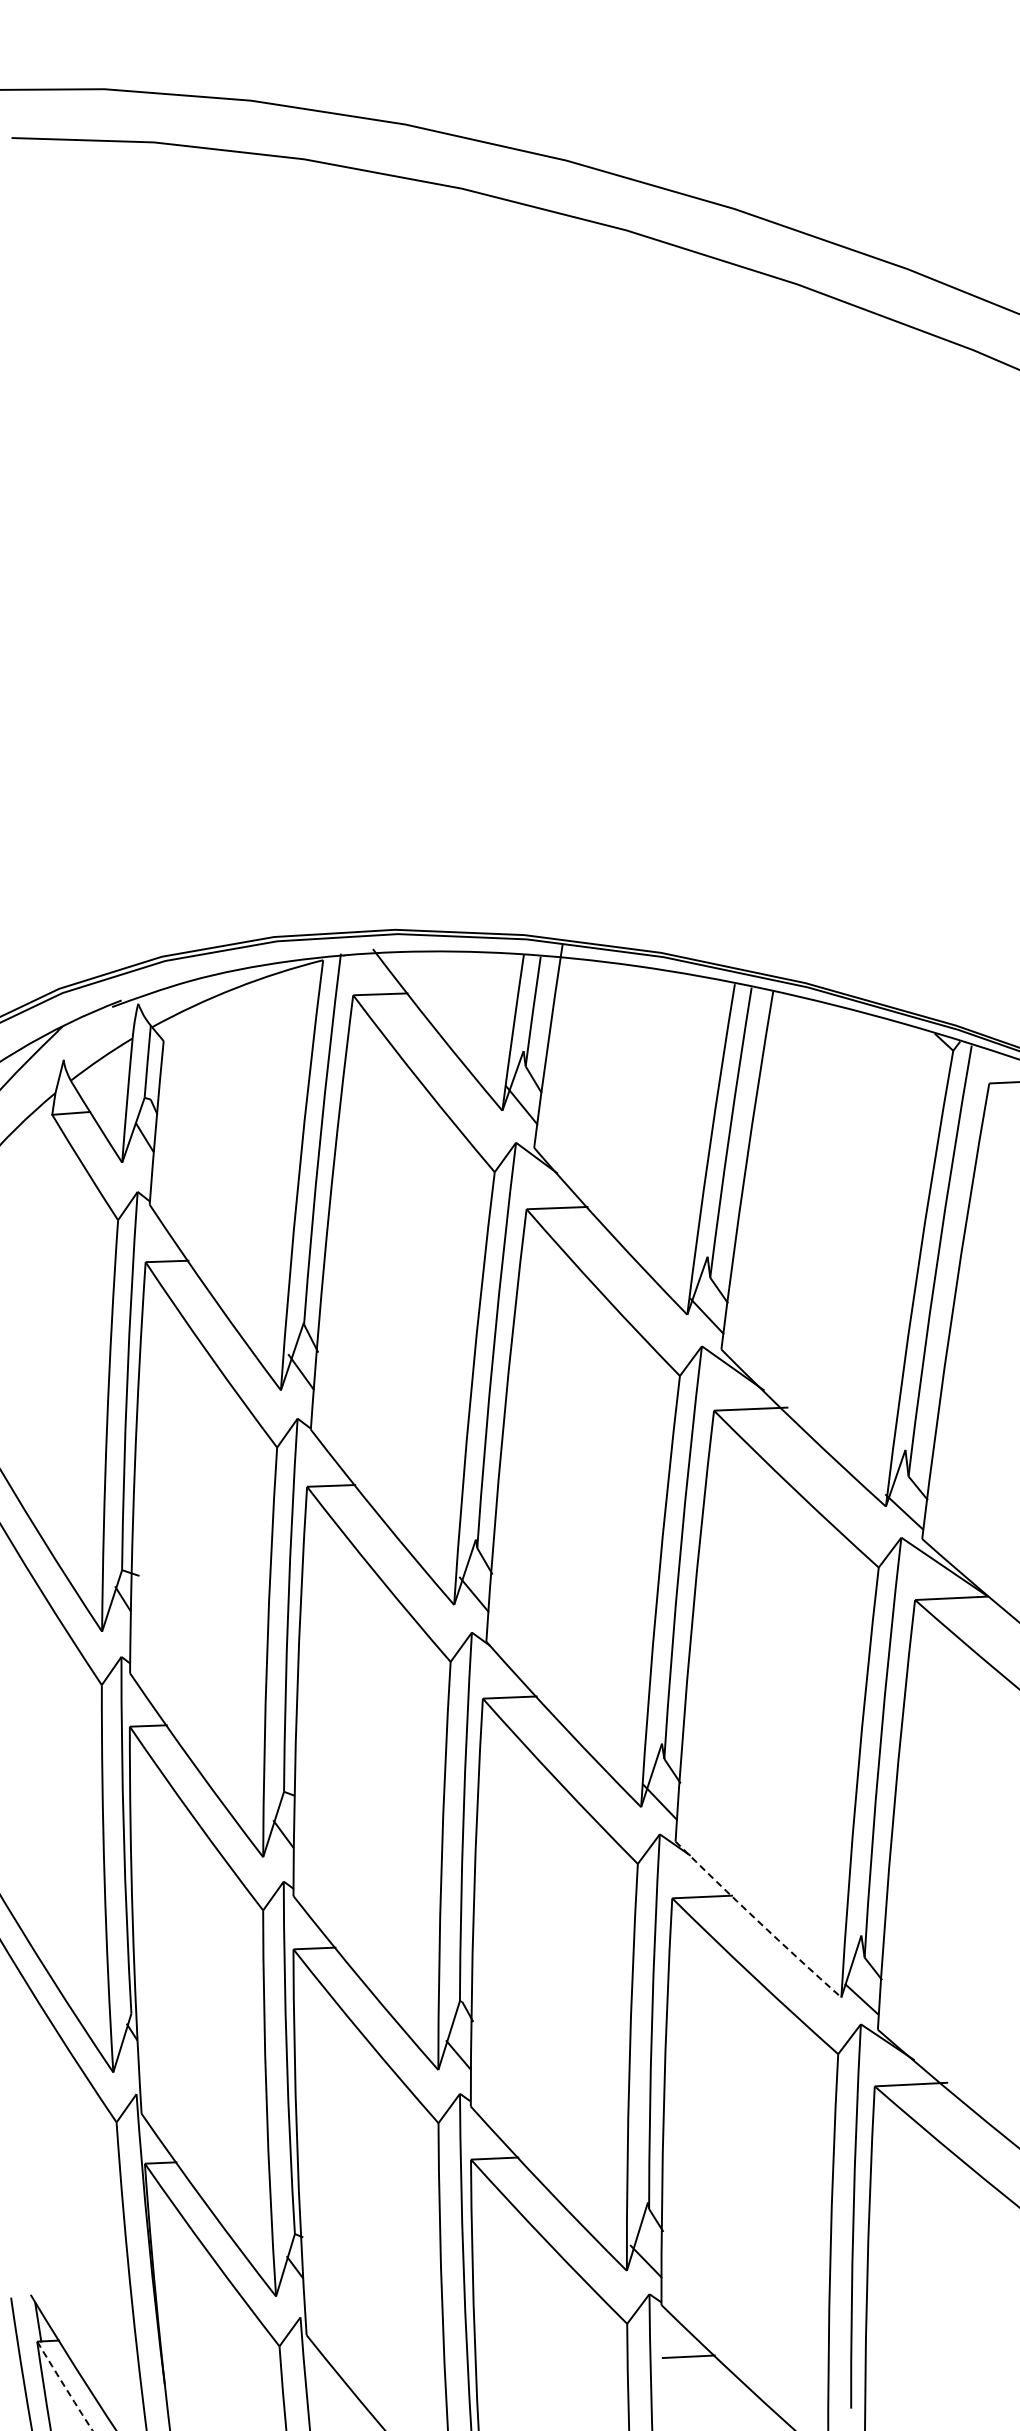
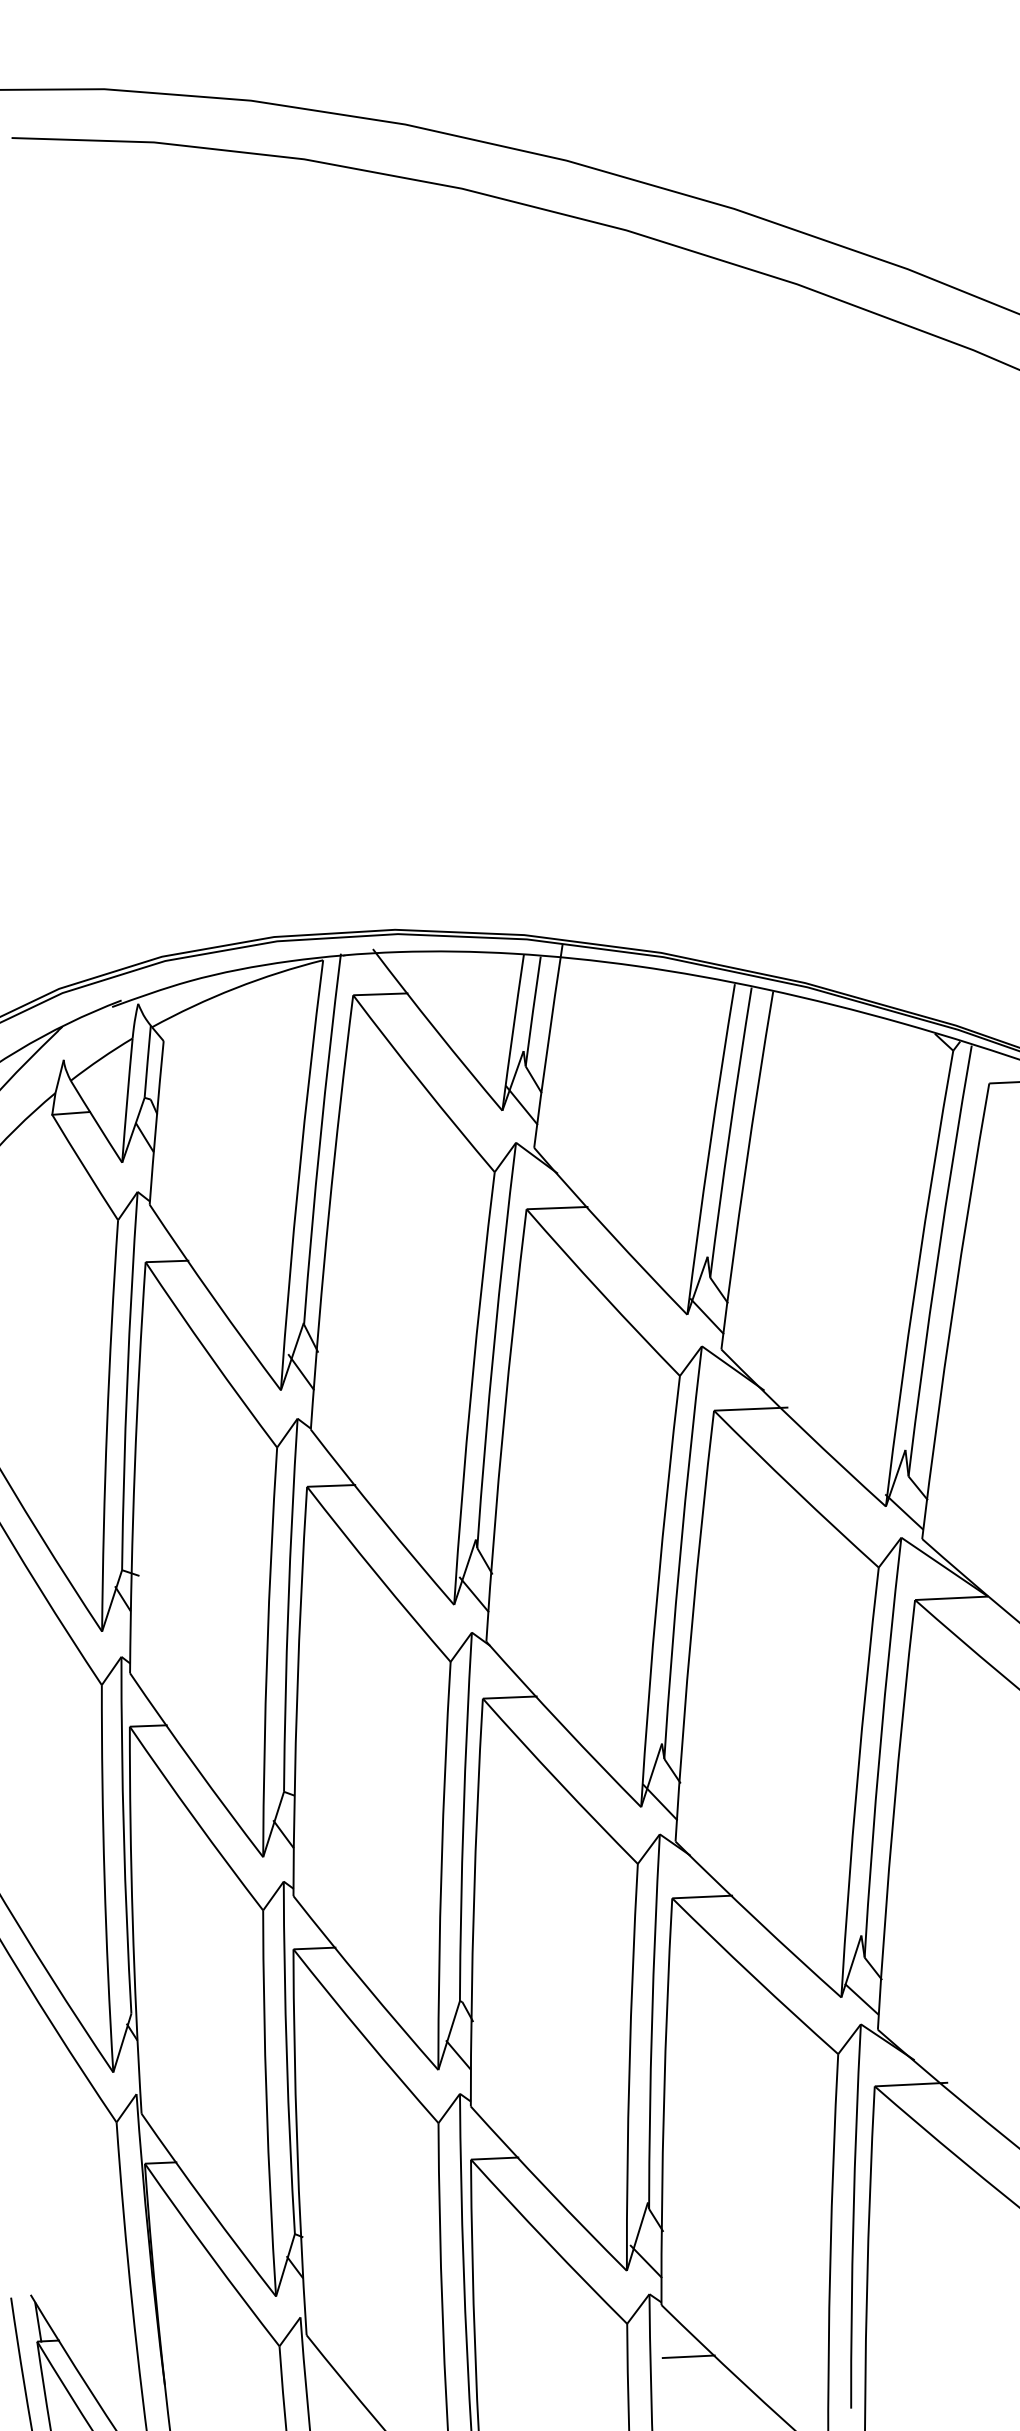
arc at (757, 1920): dashed -> solid
arc at (65, 2386): dashed -> solid
